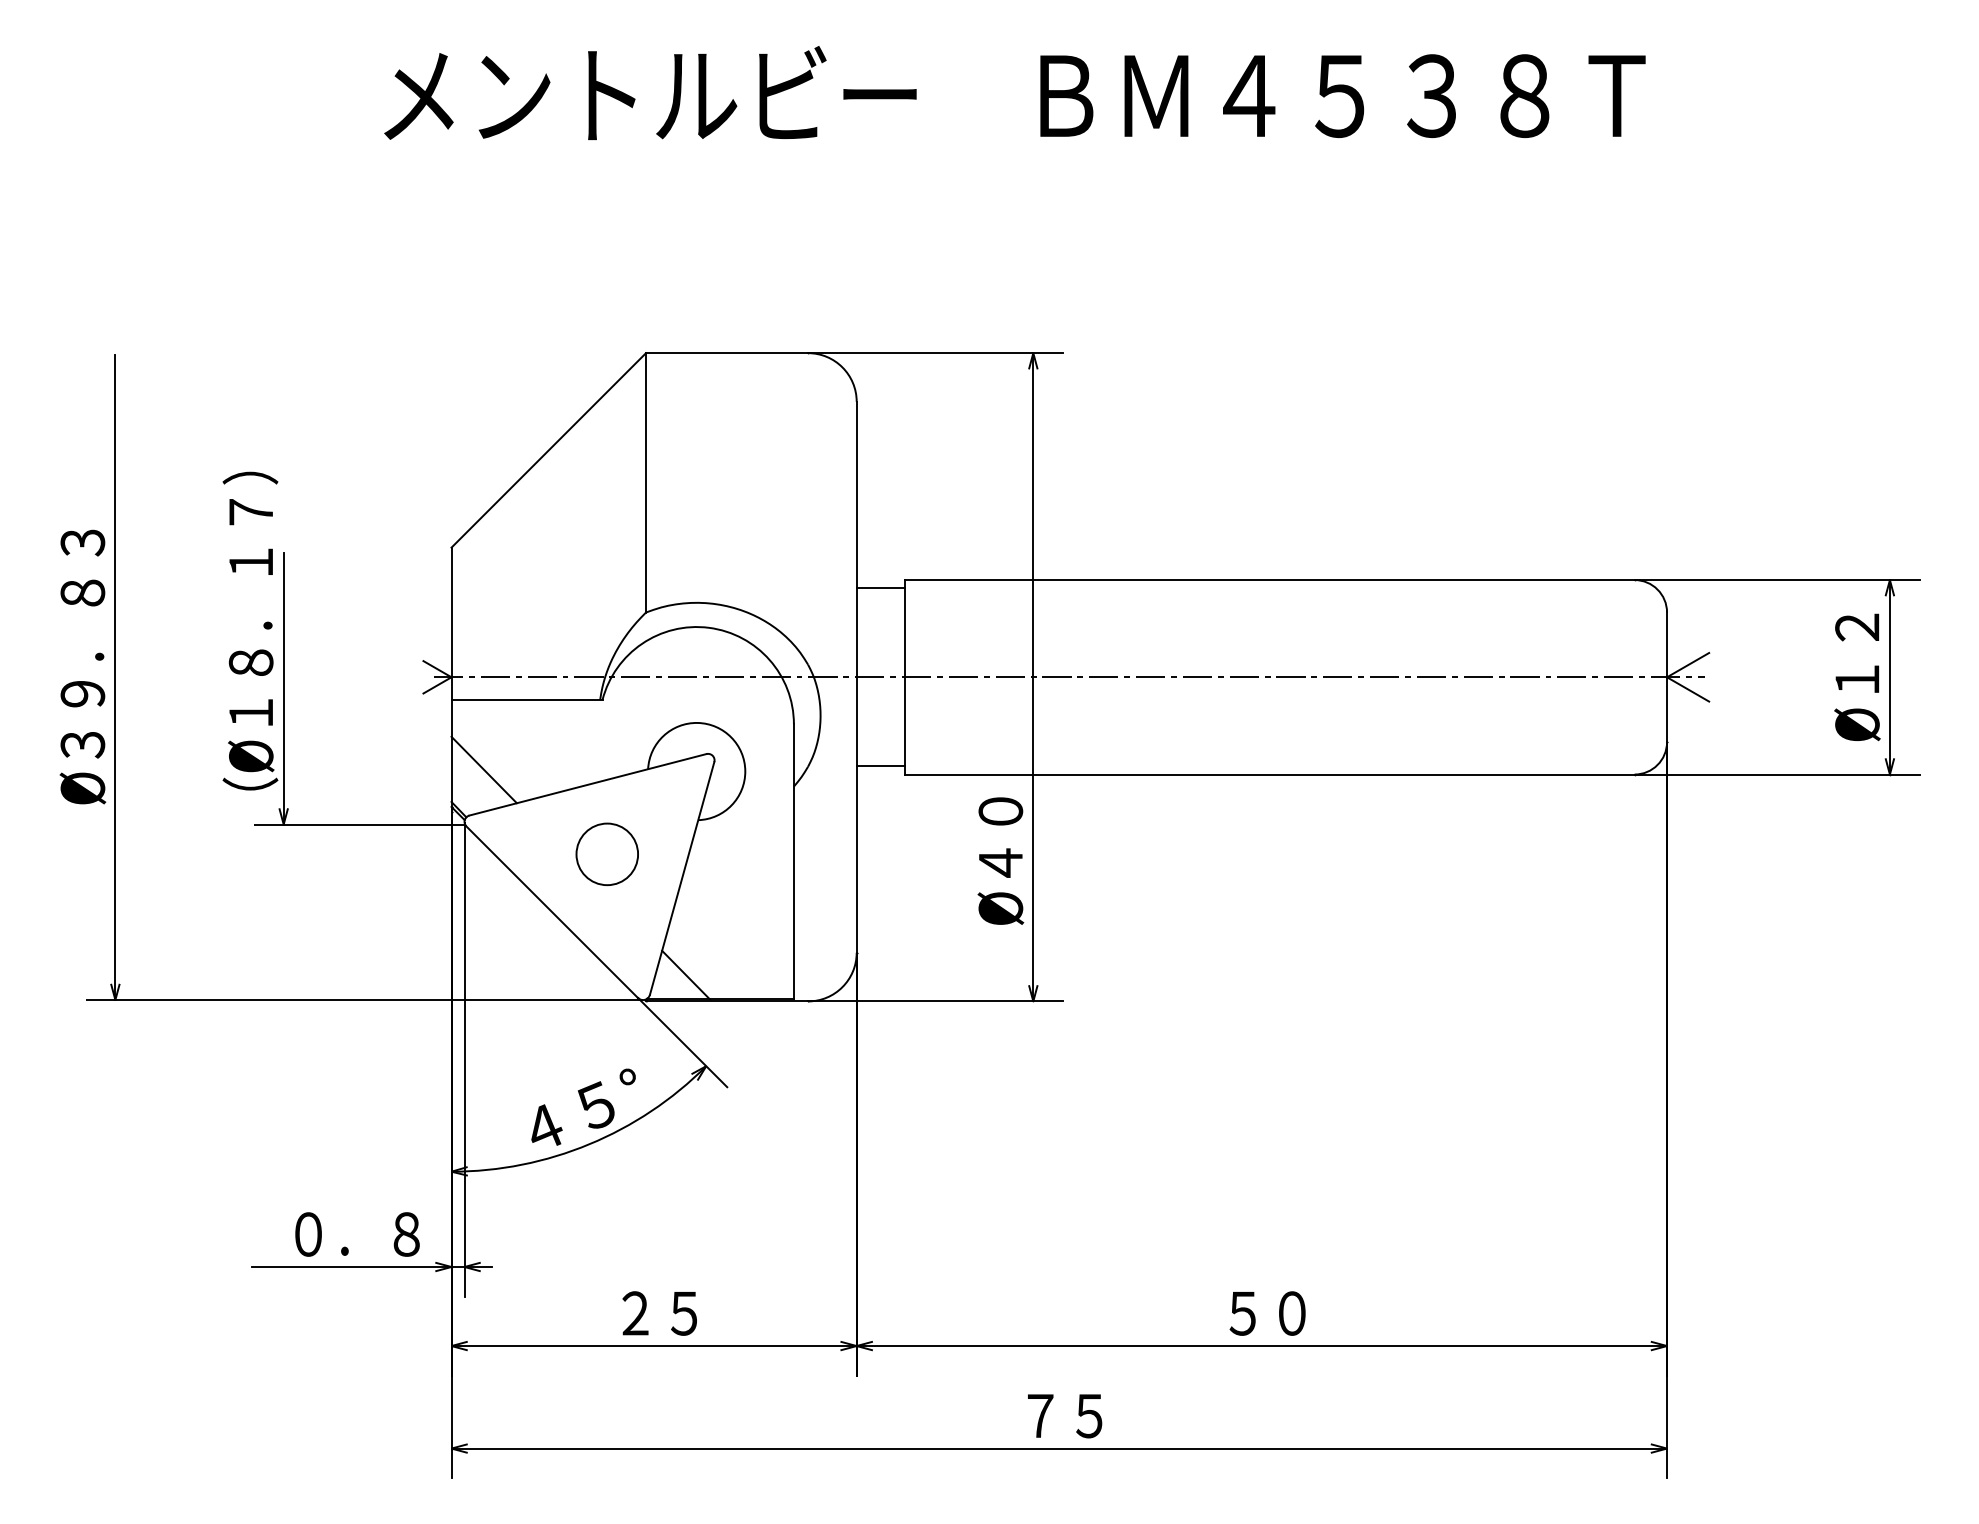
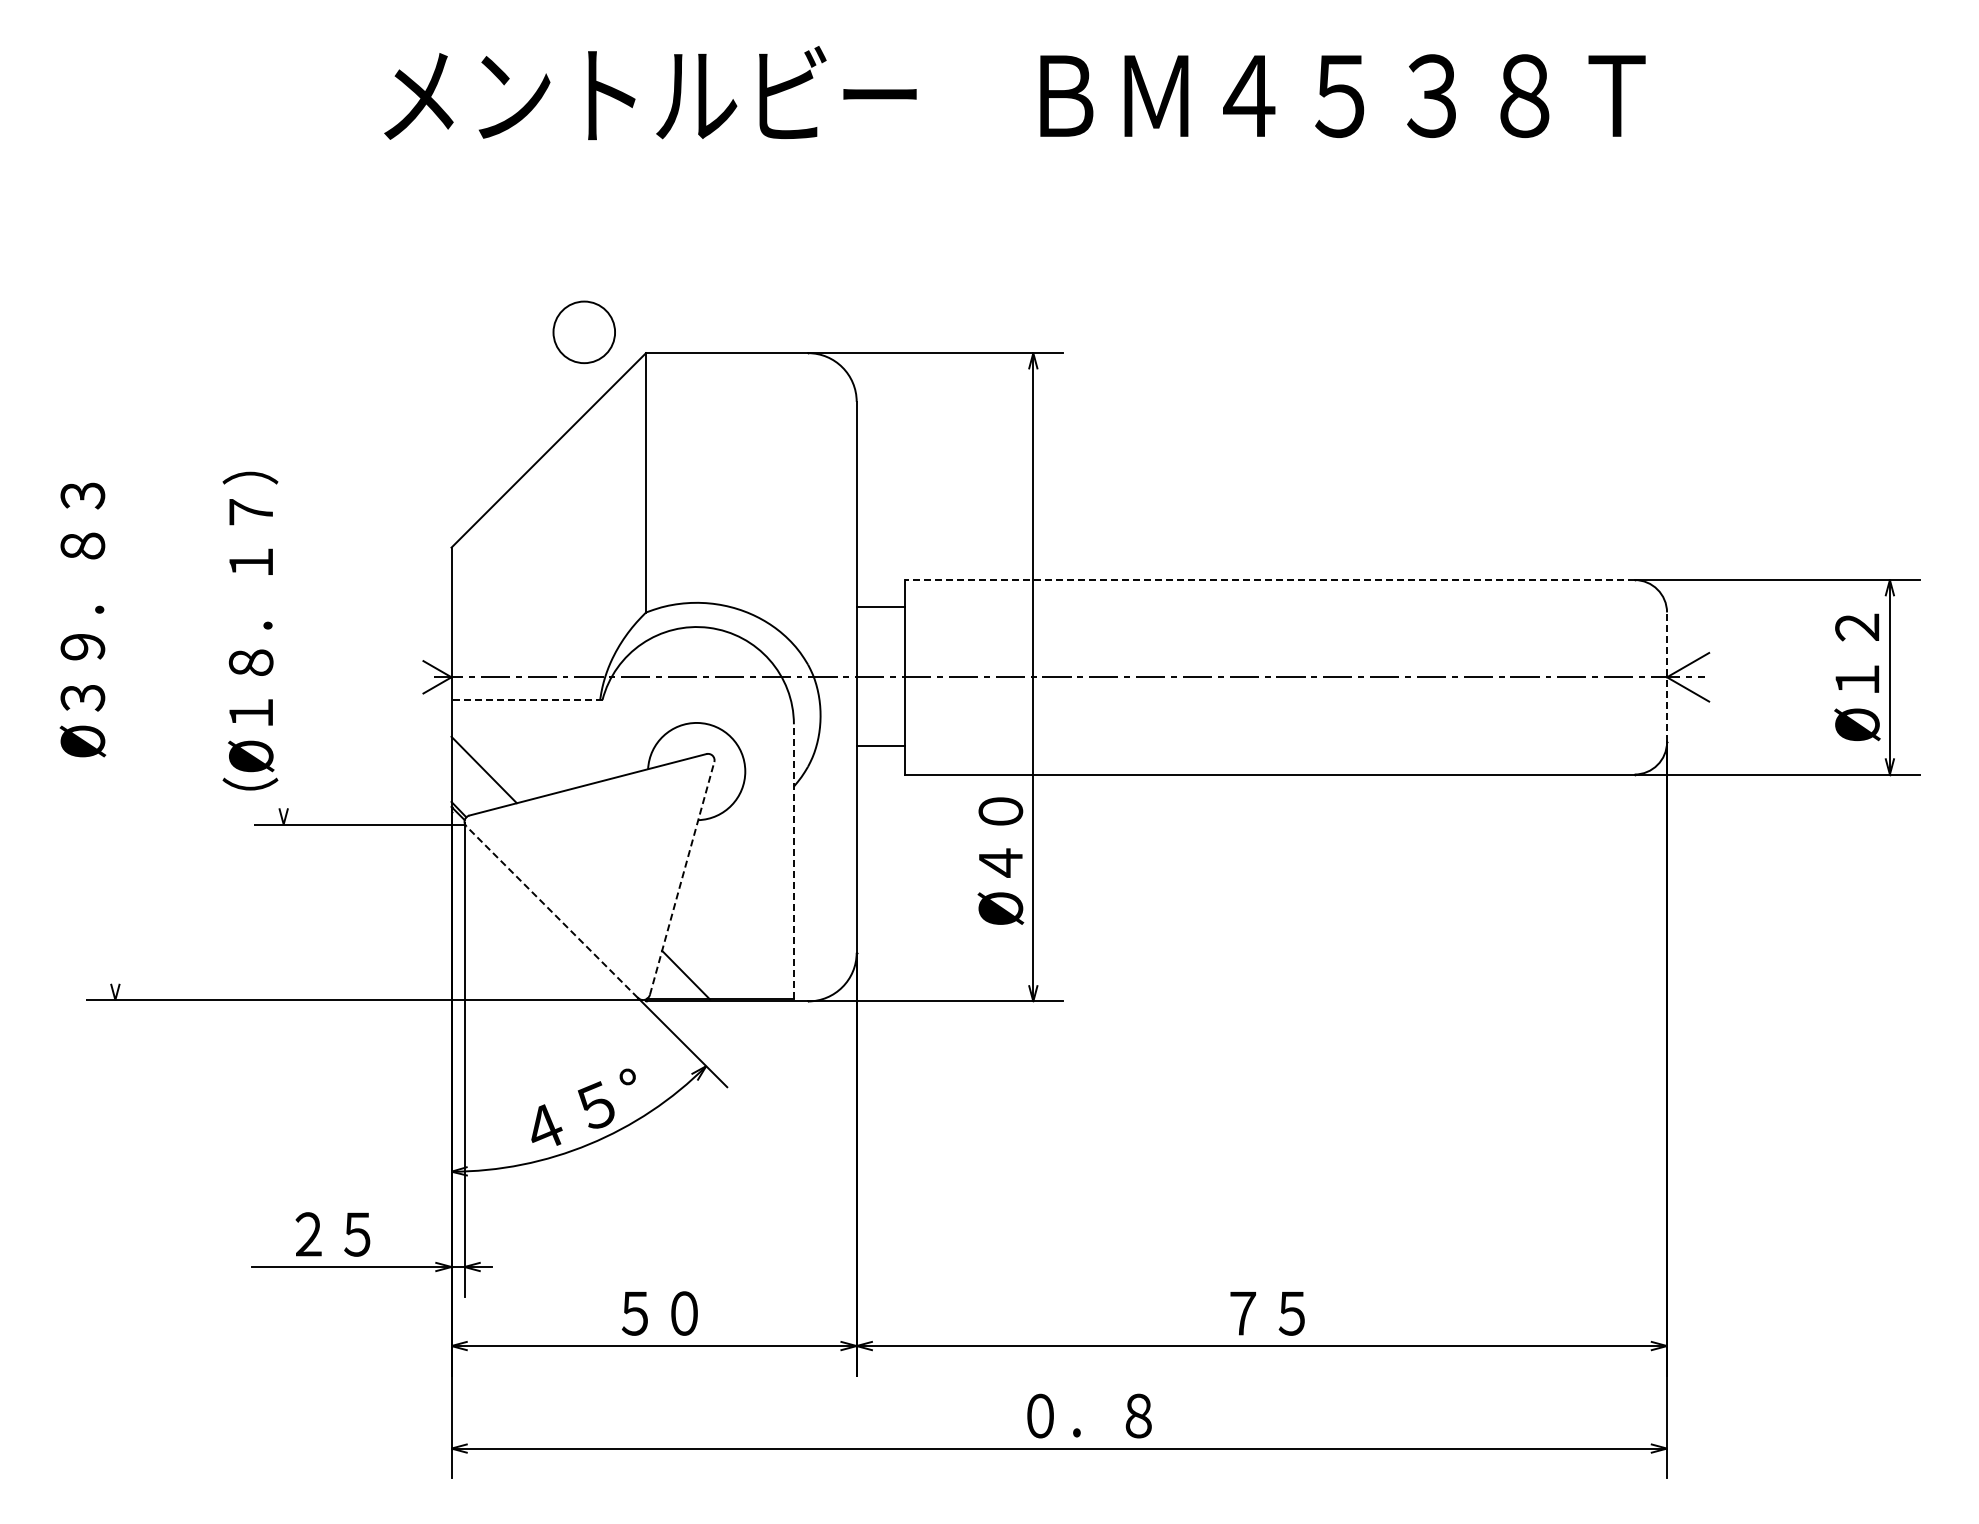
line at (1269, 580): solid -> dashed
line at (880, 588) position: (880, 588) -> (880, 607)
text at (82, 666) position: (82, 666) -> (82, 619)
line at (115, 677): present -> none
line at (1667, 677): solid -> dashed
line at (283, 688): present -> none
line at (526, 699): solid -> dashed
line at (880, 766) position: (880, 766) -> (880, 746)
circle at (606, 854) position: (606, 854) -> (583, 332)
line at (793, 861): solid -> dashed
line at (682, 878): solid -> dashed
line at (551, 911): solid -> dashed
text at (357, 1234): ０．８ -> ２５
text at (659, 1313): ２５ -> ５０
text at (1267, 1313): ５０ -> ７５
text at (1089, 1415): ７５ -> ０．８
